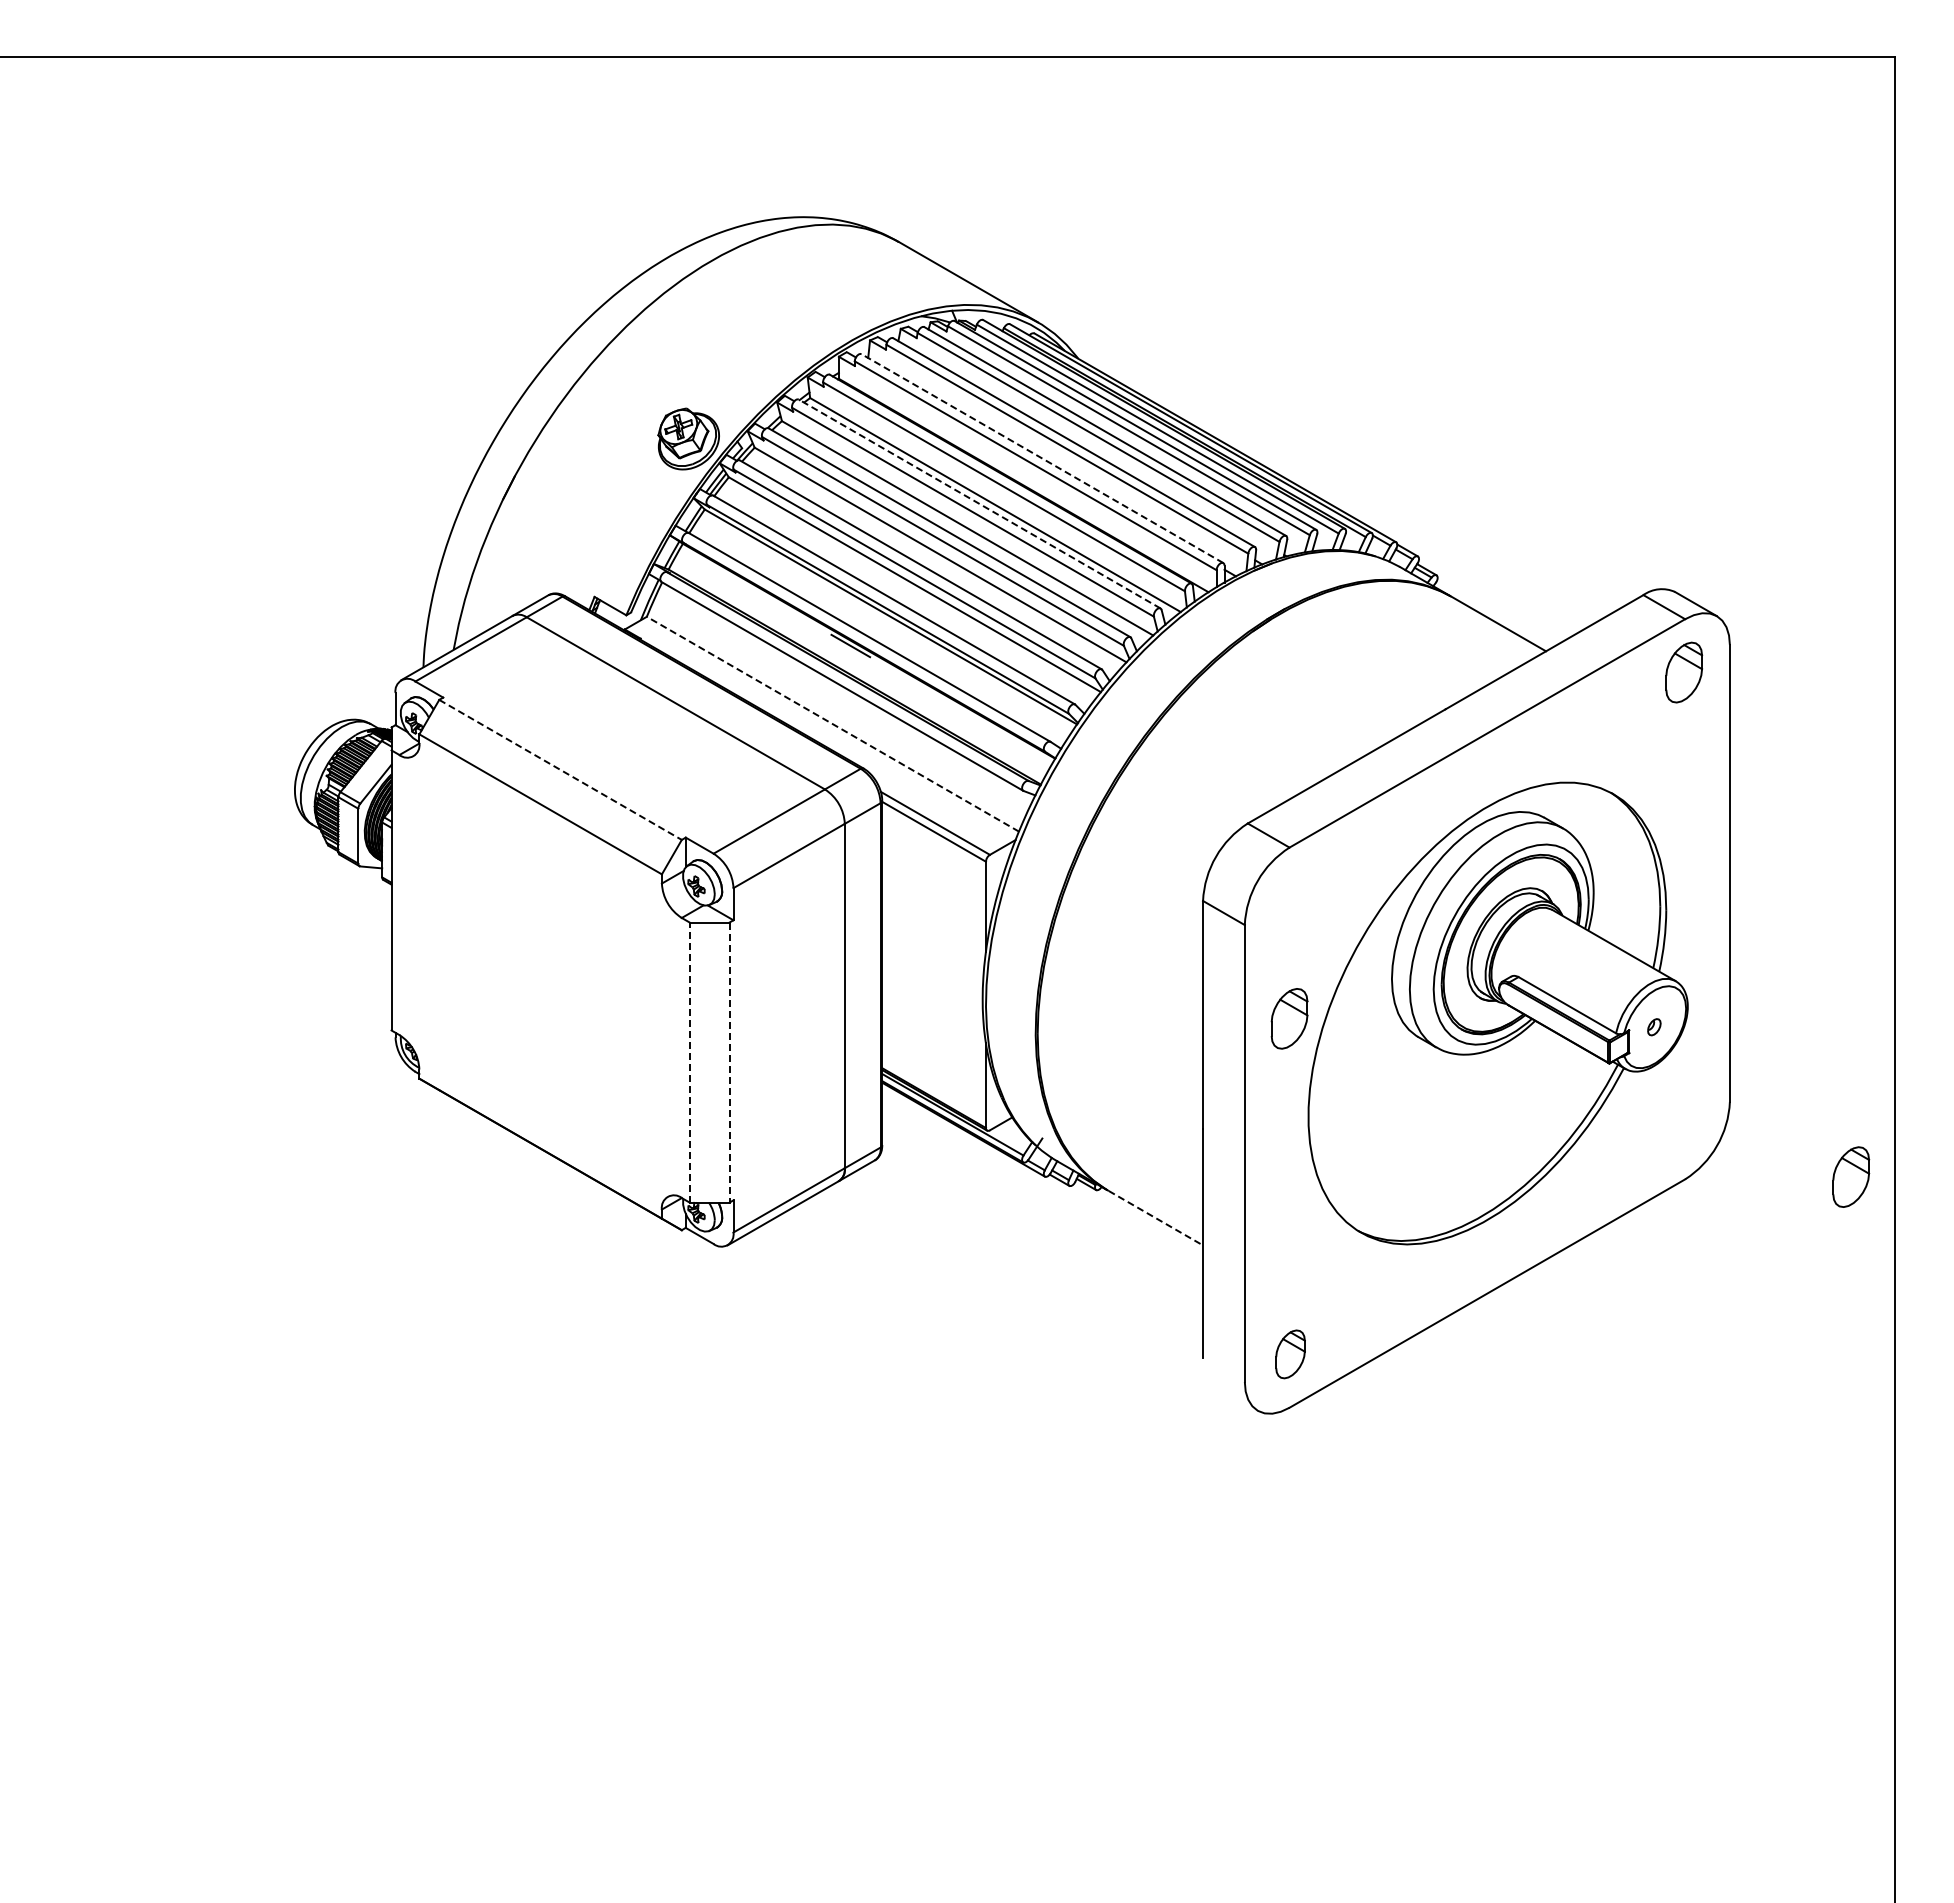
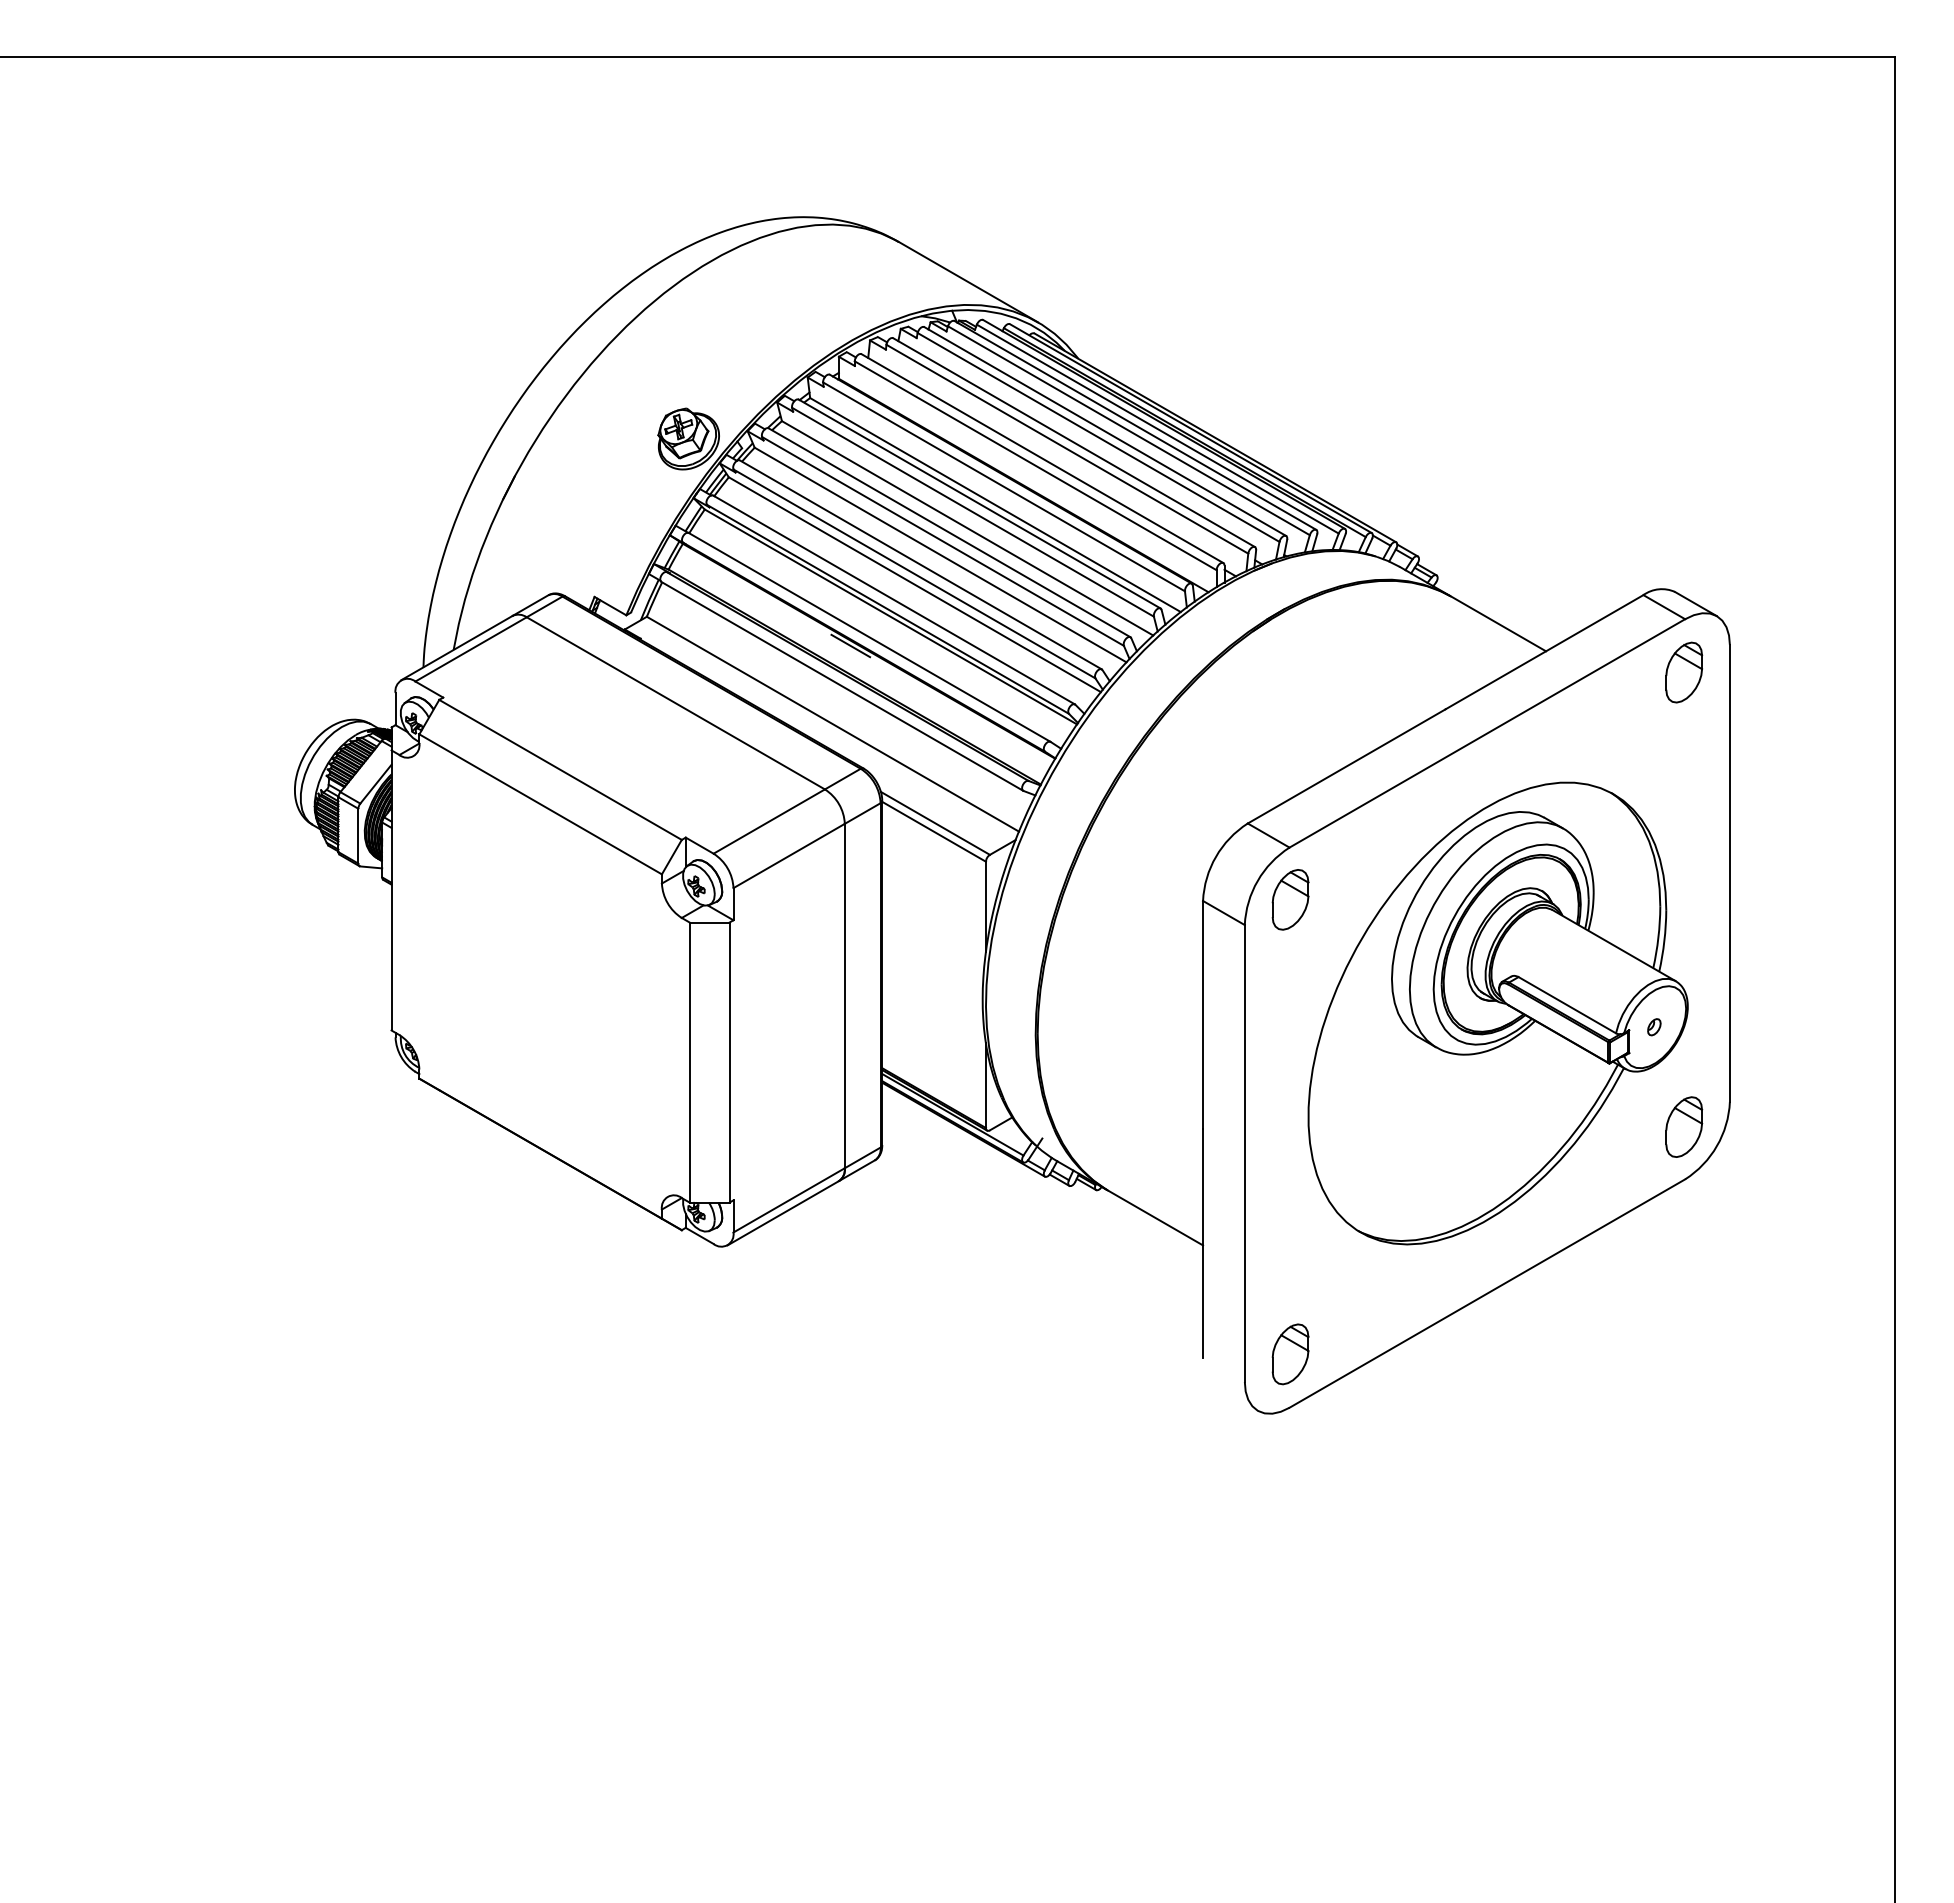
line at (1042, 458): dashed -> solid
line at (979, 504): dashed -> solid
line at (832, 724): dashed -> solid
line at (560, 770): dashed -> solid
part at (1289, 1018) position: (1289, 1018) -> (1290, 899)
line at (689, 1062): dashed -> solid
line at (729, 1063): dashed -> solid
part at (1851, 1176) position: (1851, 1176) -> (1684, 1126)
line at (1156, 1218): dashed -> solid
part at (1290, 1354) size: 31x51 px -> 39x63 px
